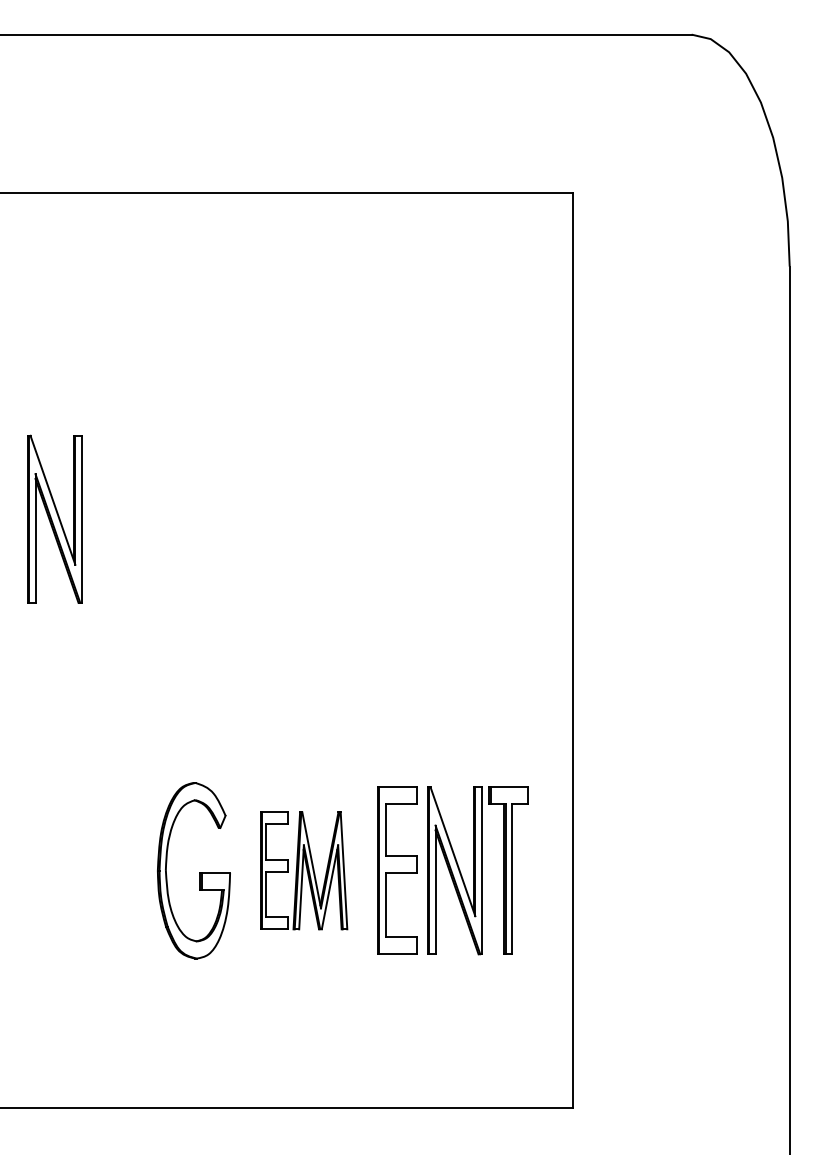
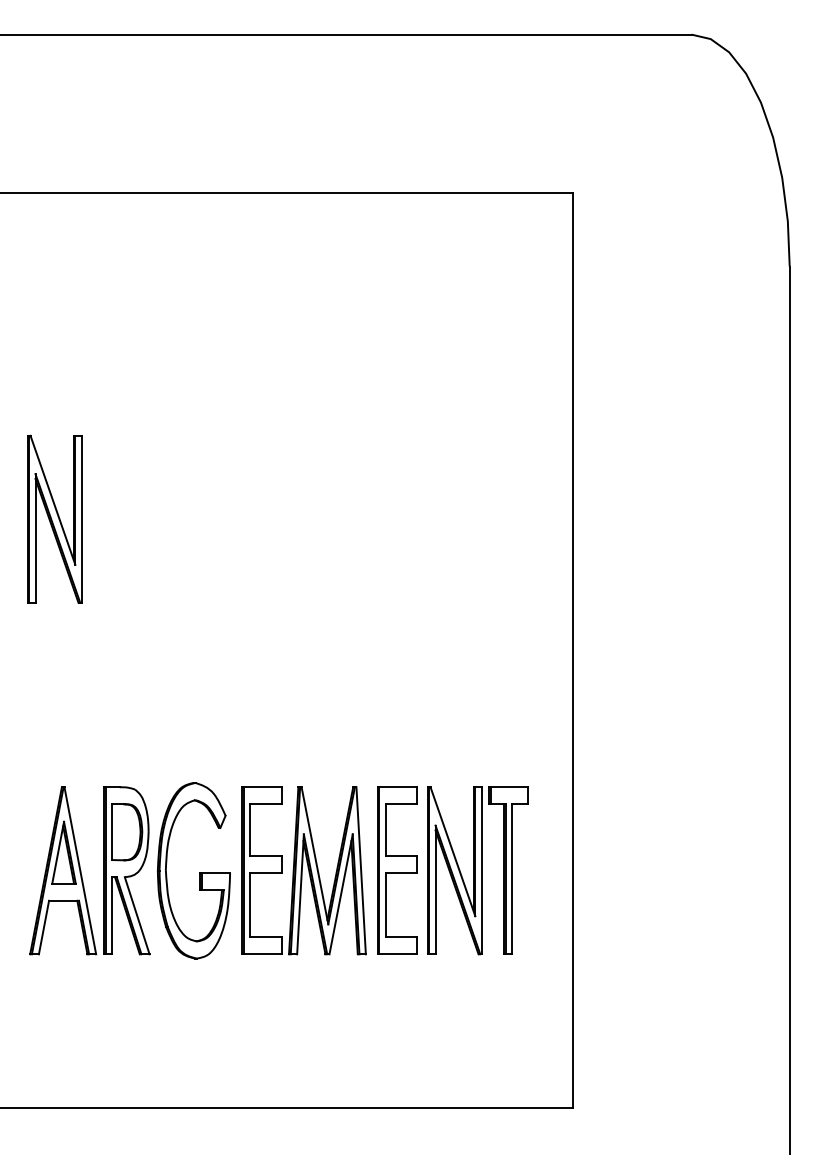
part at (81, 870): none -> present
part at (304, 870) size: 89x120 px -> 126x170 px
